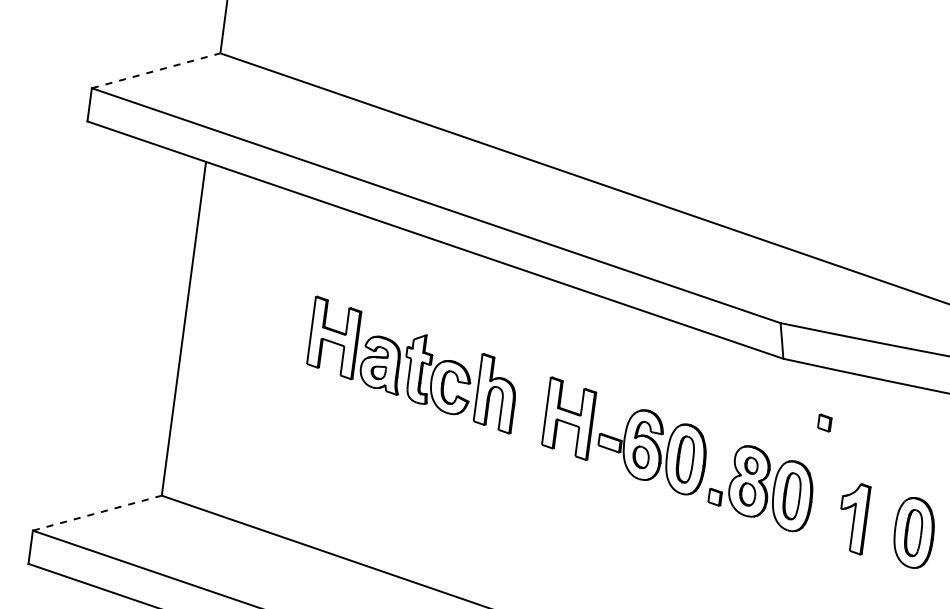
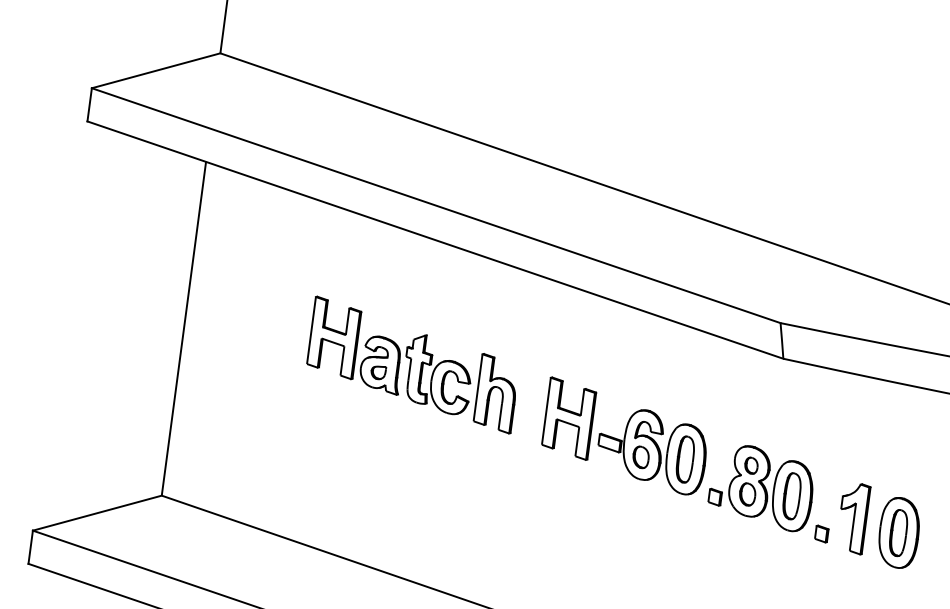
line at (156, 70): dashed -> solid
part at (824, 422) position: (824, 422) -> (821, 533)
line at (97, 513): dashed -> solid
part at (913, 532) position: (913, 532) -> (898, 532)
